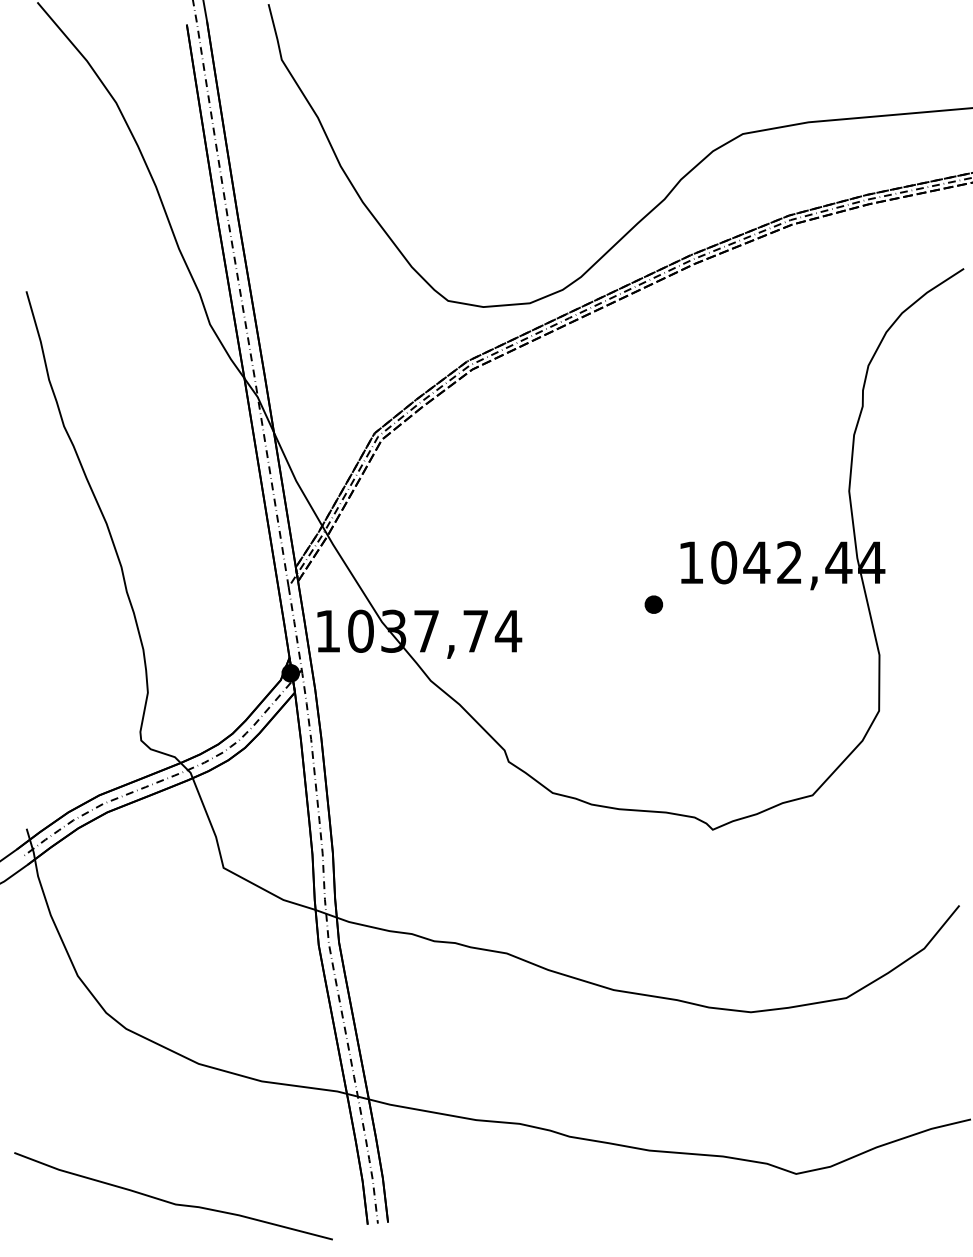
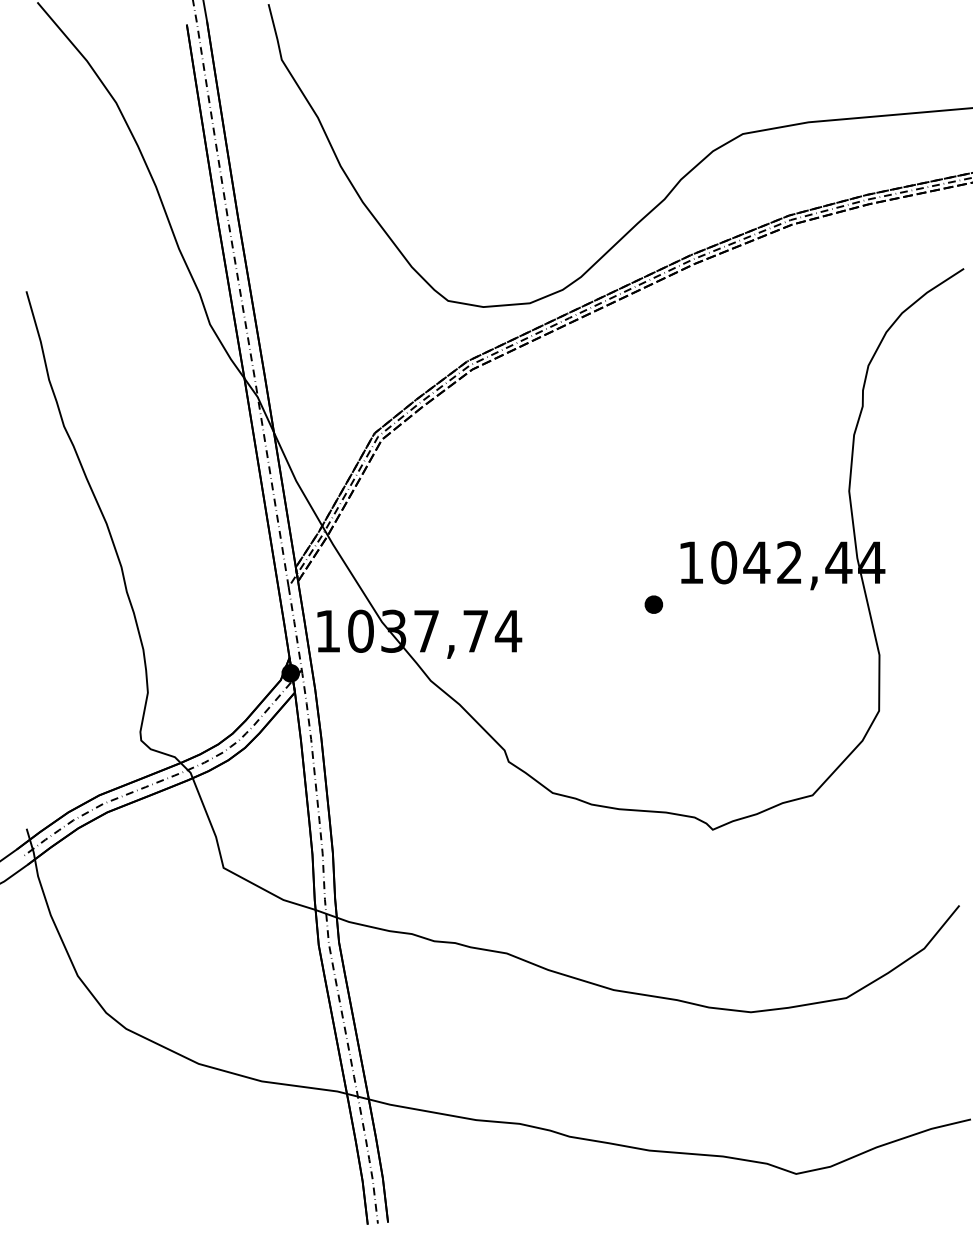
curve at (170, 1201): present -> none
